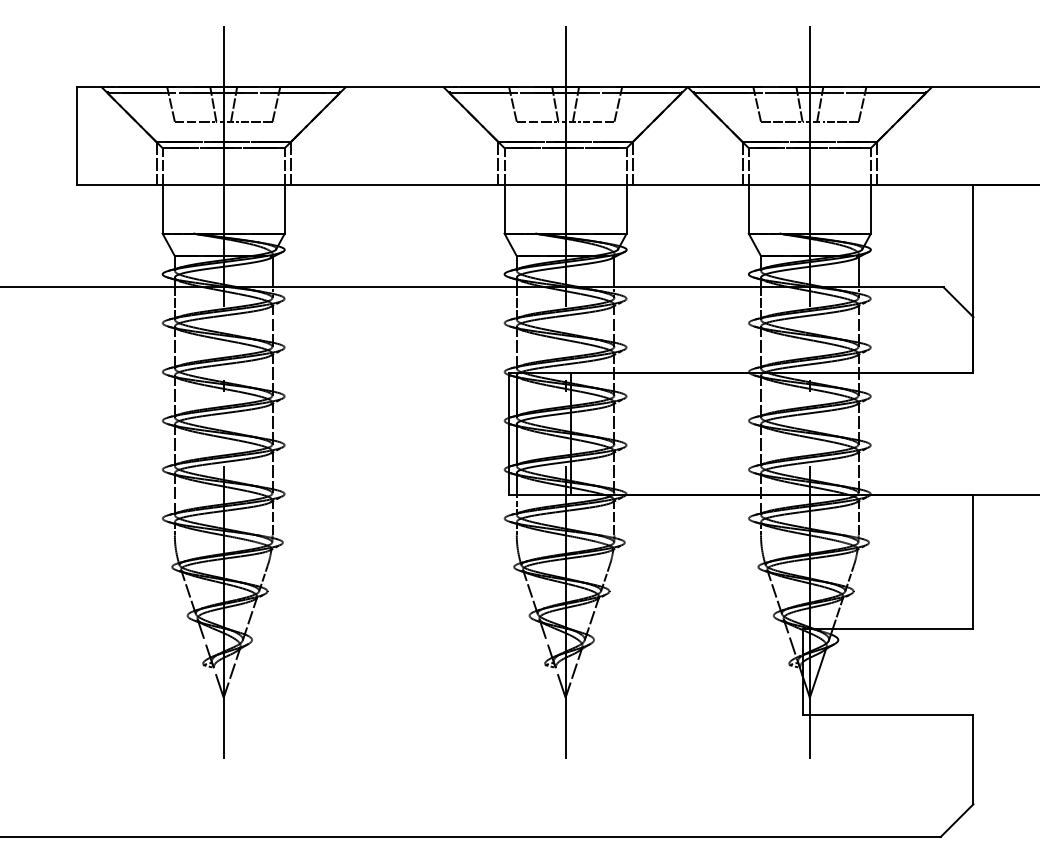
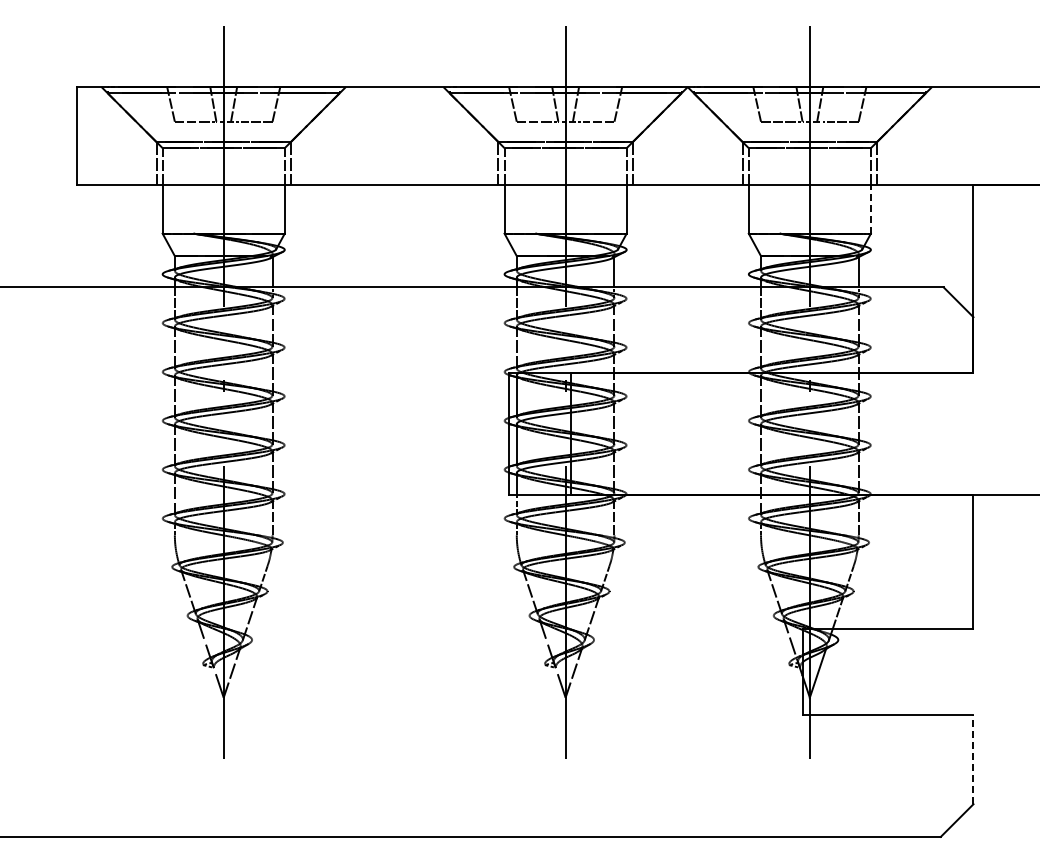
line at (870, 208): solid -> dashed
line at (973, 759): solid -> dashed
